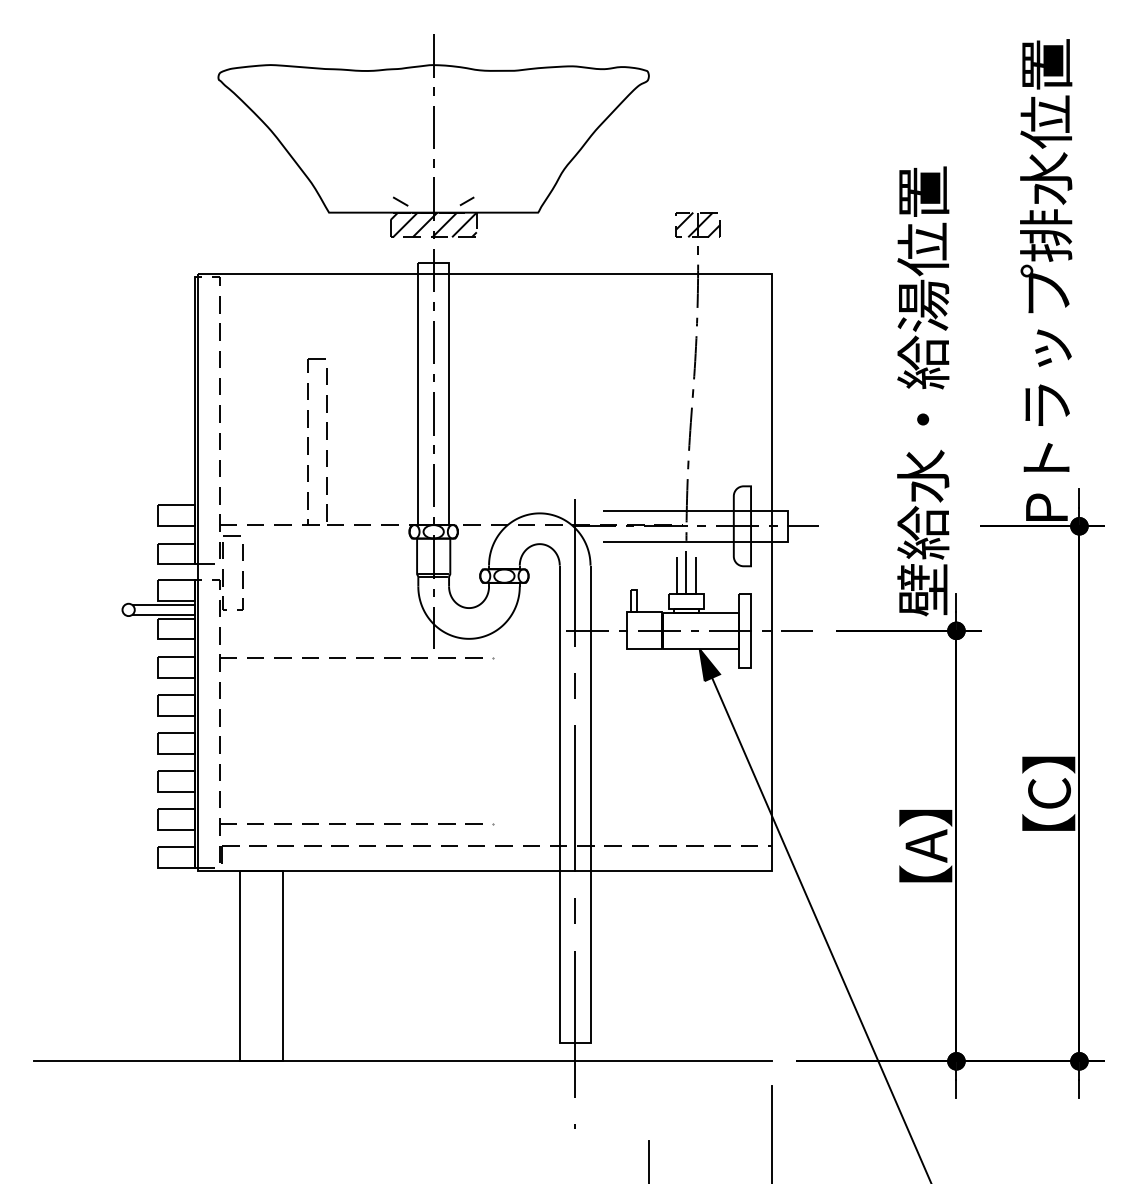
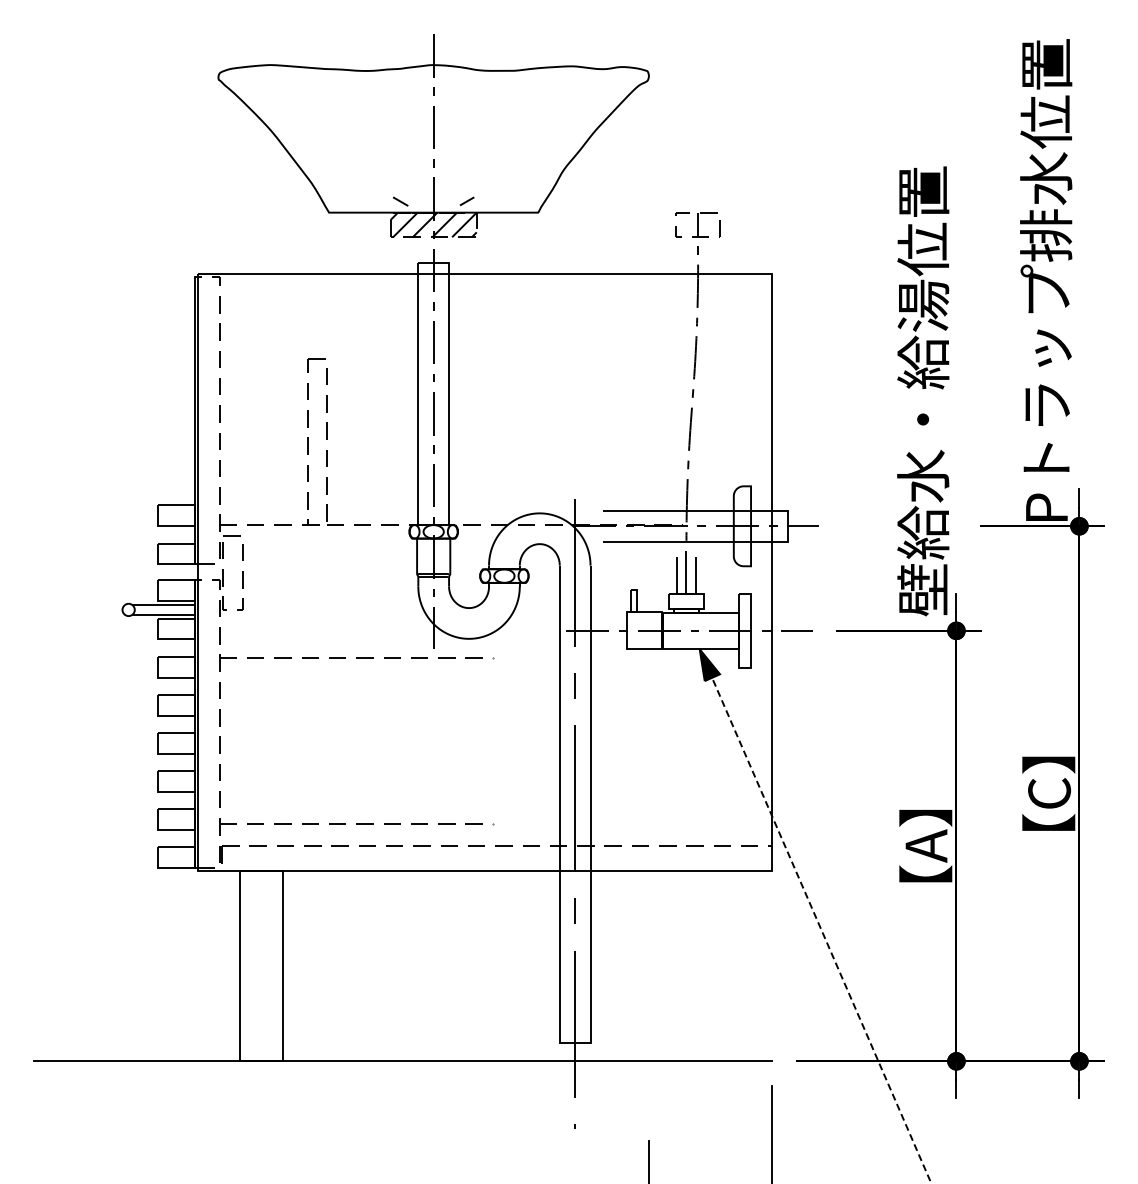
hatch at (698, 224): present -> none
line at (815, 916): solid -> dashed
